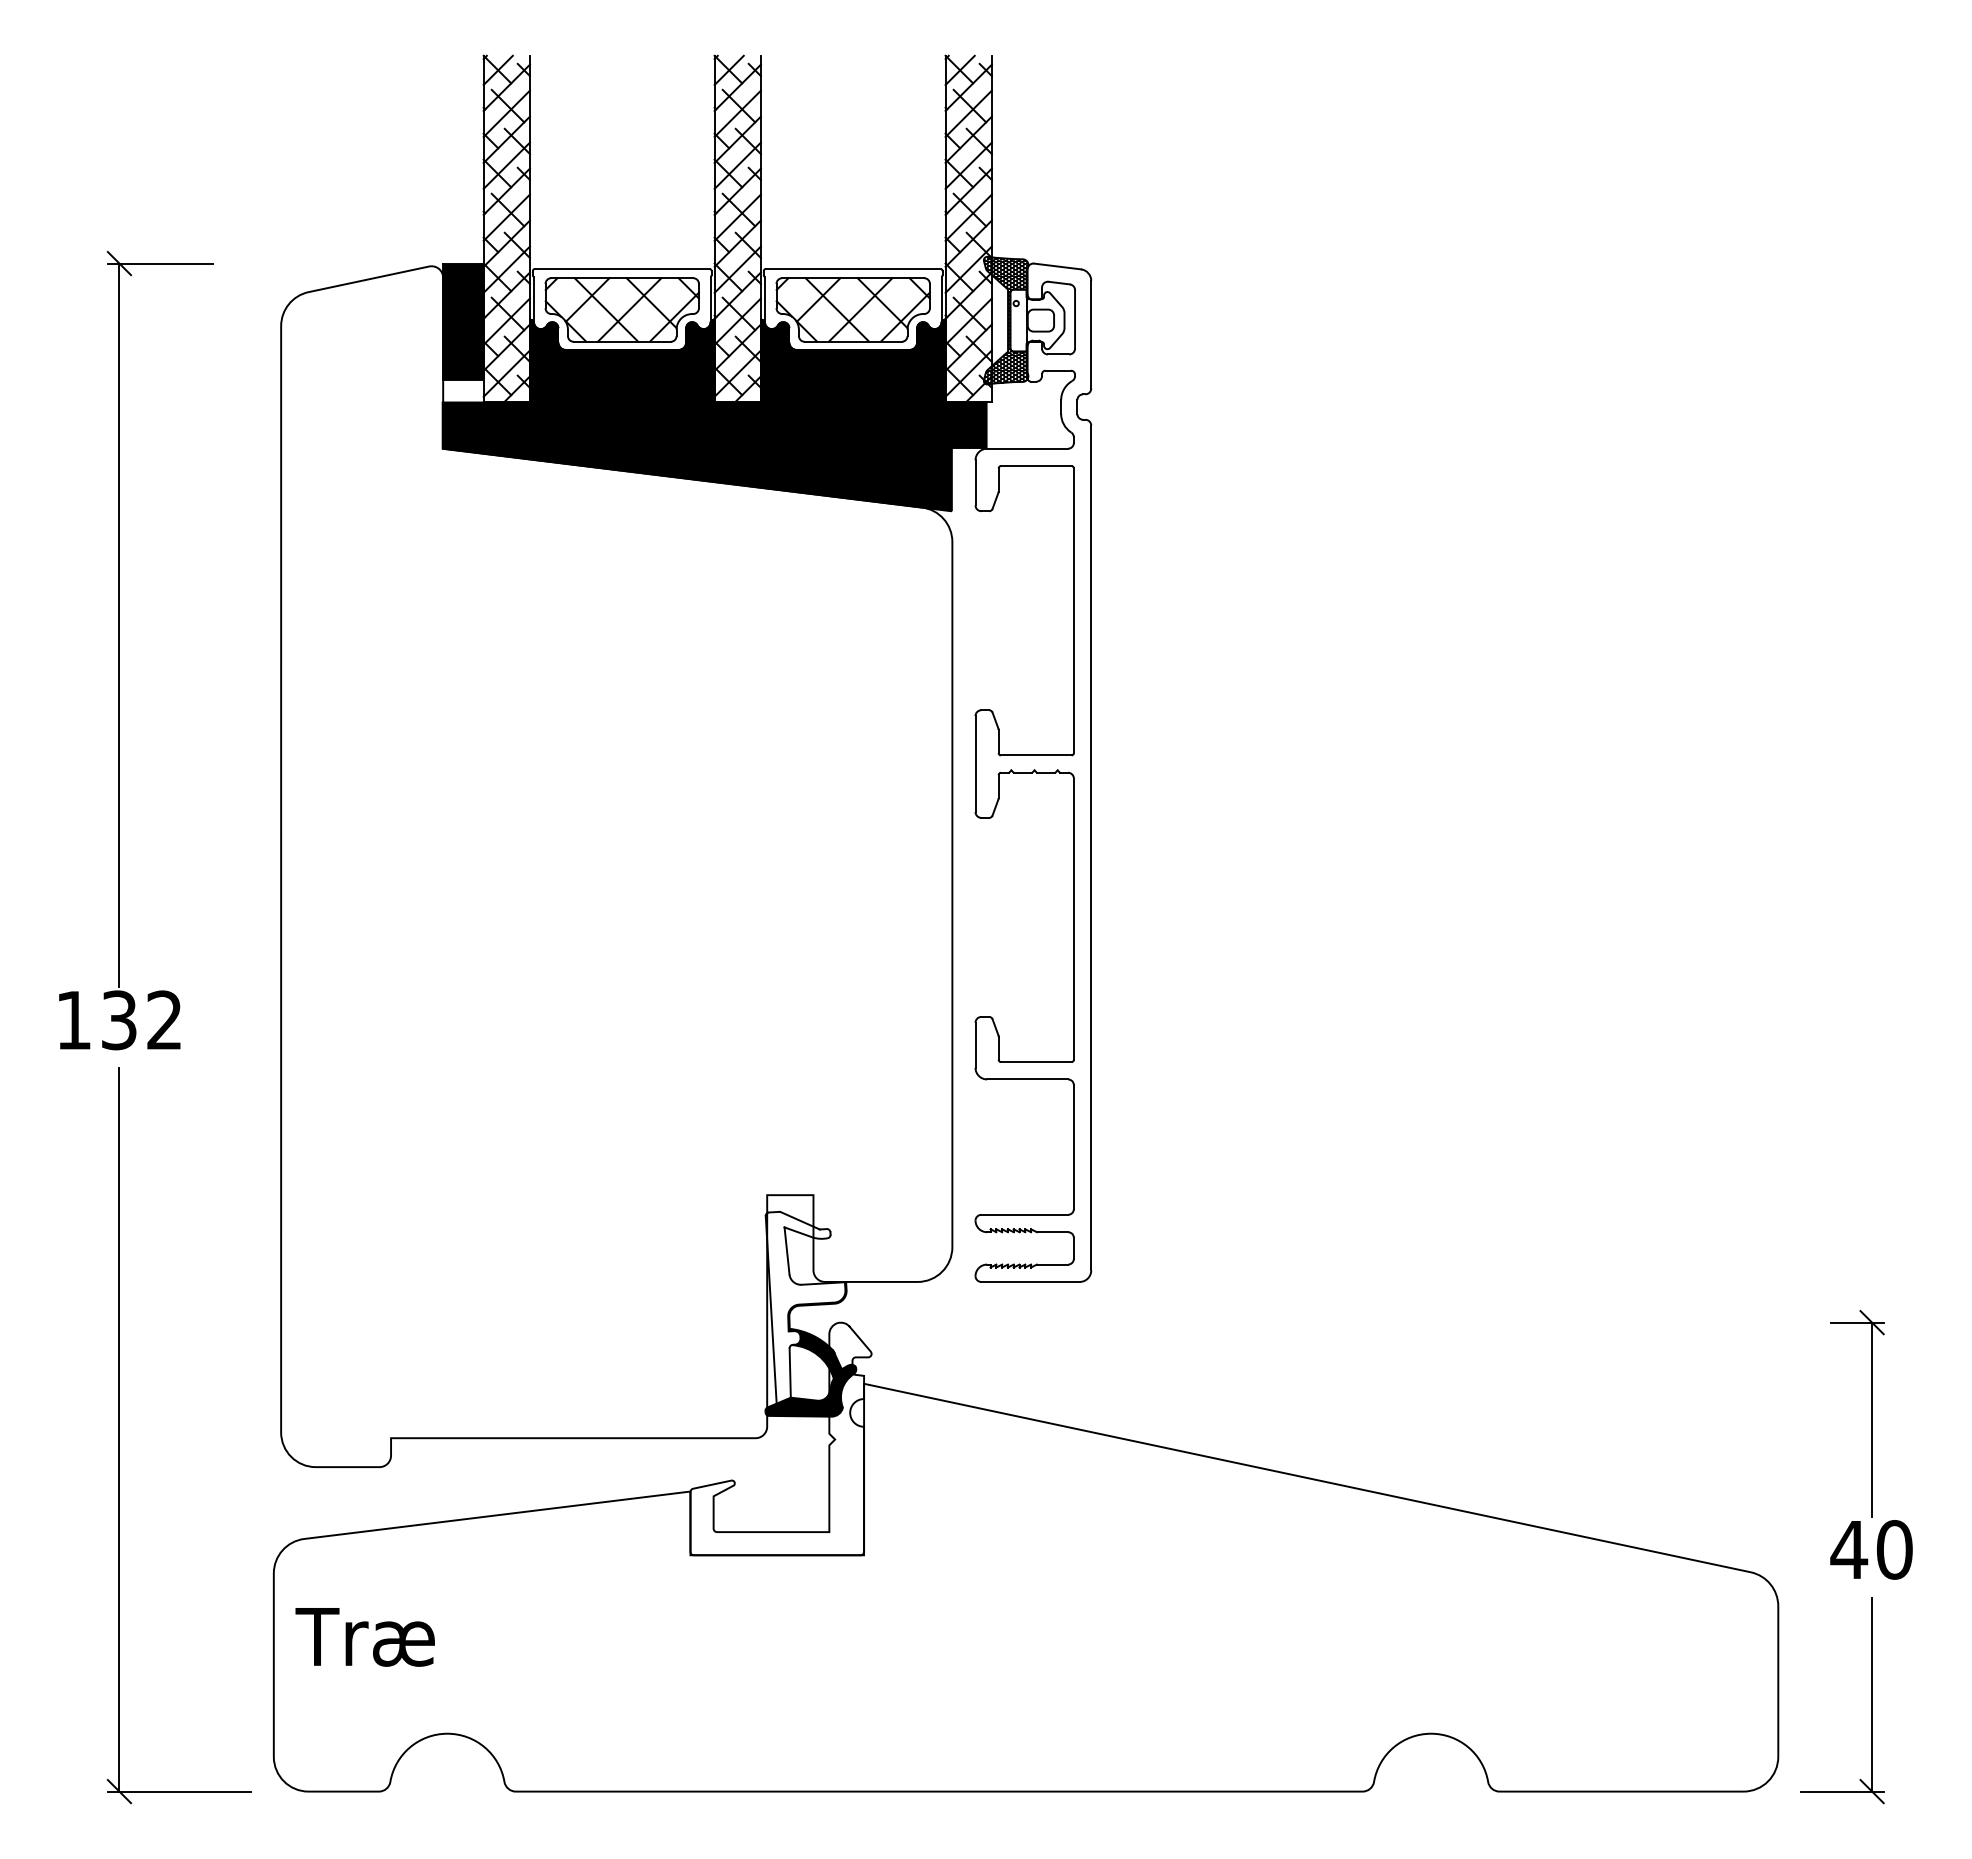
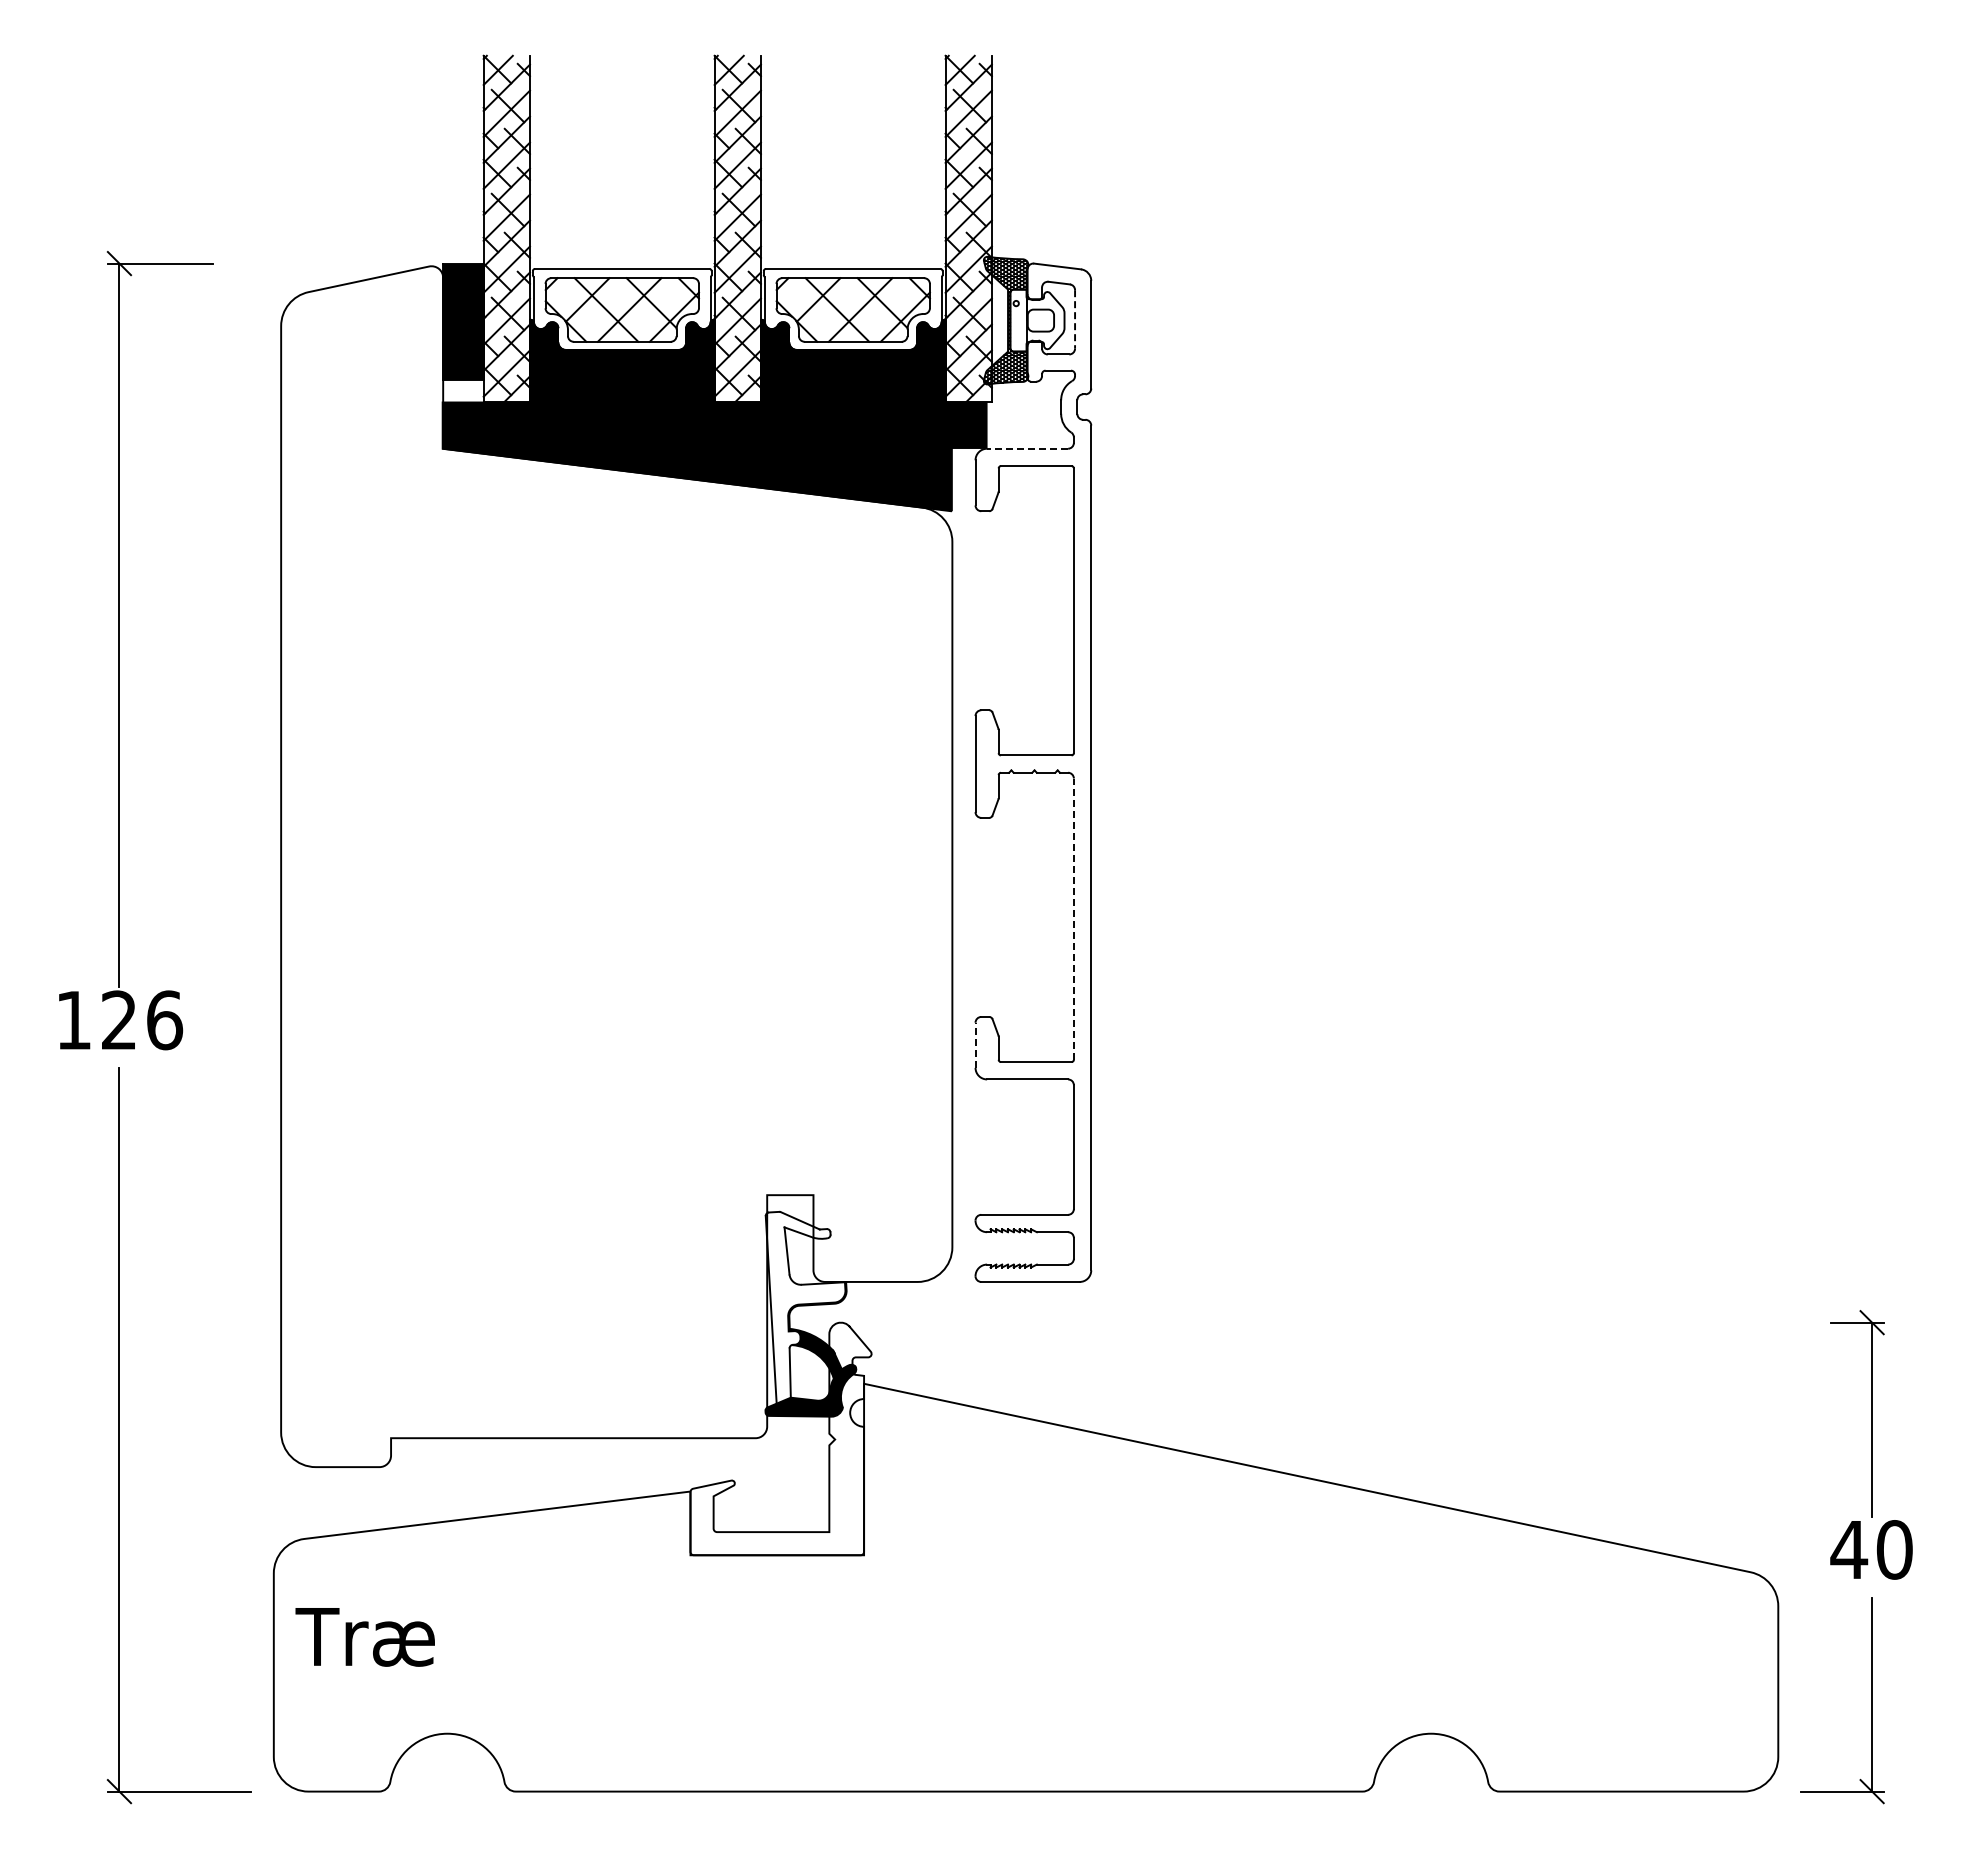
line at (1075, 319): solid -> dashed
line at (1027, 448): solid -> dashed
line at (1073, 919): solid -> dashed
text at (142, 1020): 132 -> 126
line at (975, 1045): solid -> dashed
